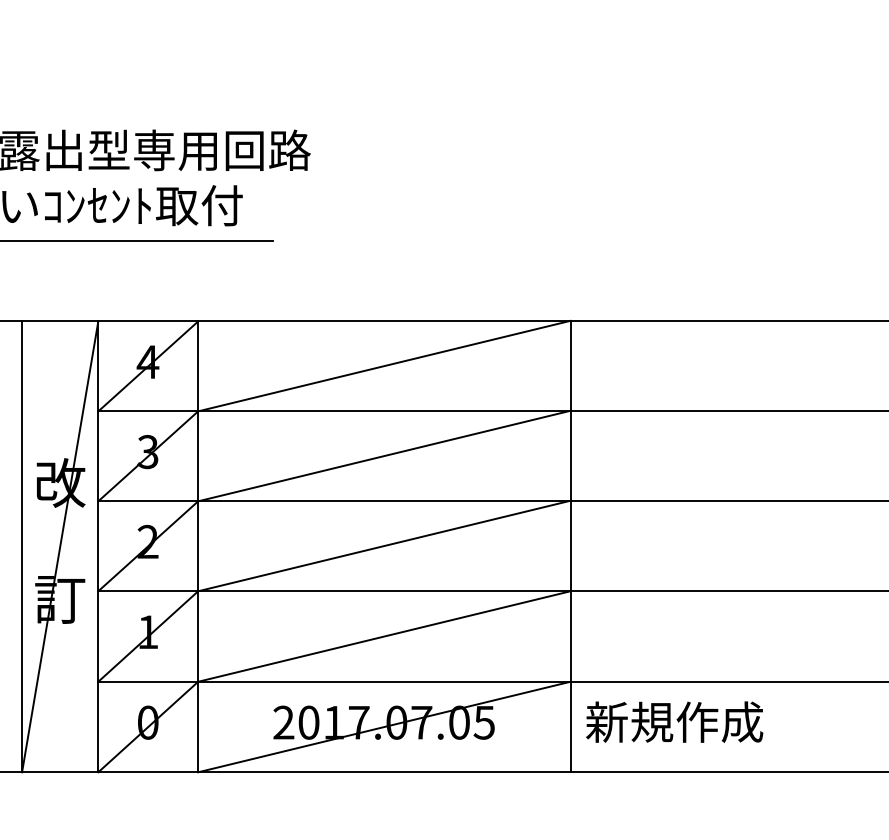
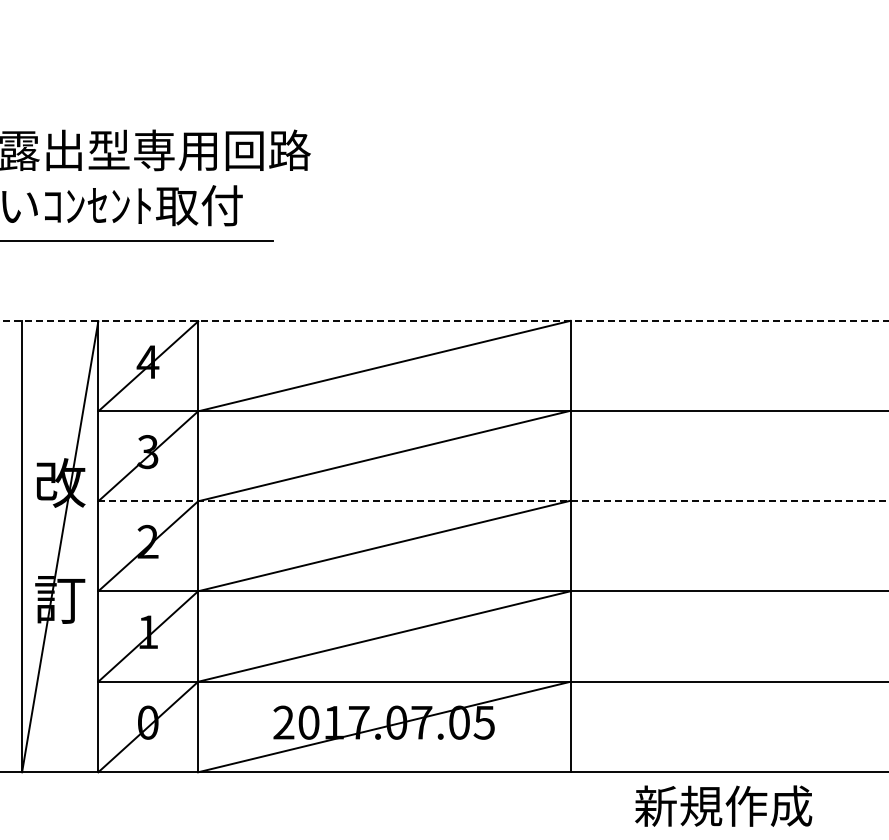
line at (444, 321): solid -> dashed
line at (493, 501): solid -> dashed
text at (674, 721) position: (674, 721) -> (723, 805)
